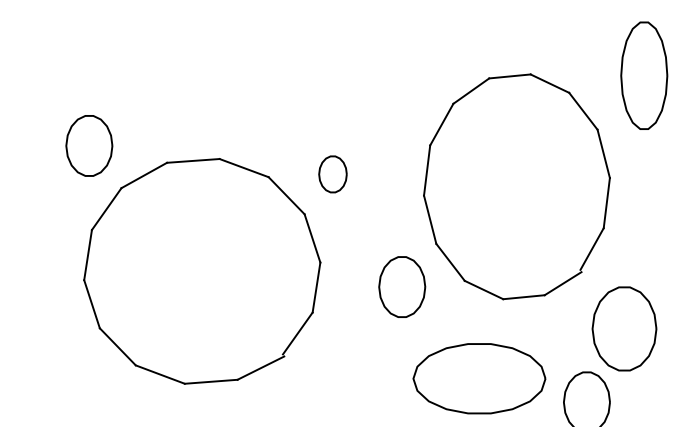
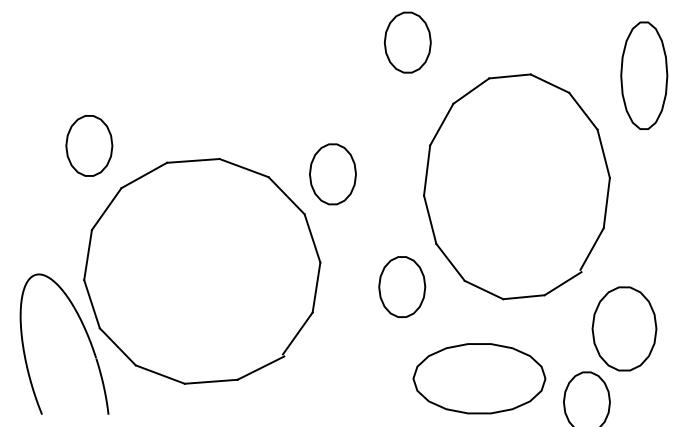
part at (407, 42): none -> present
part at (332, 174) size: 30x39 px -> 48x63 px
part at (86, 335): none -> present
